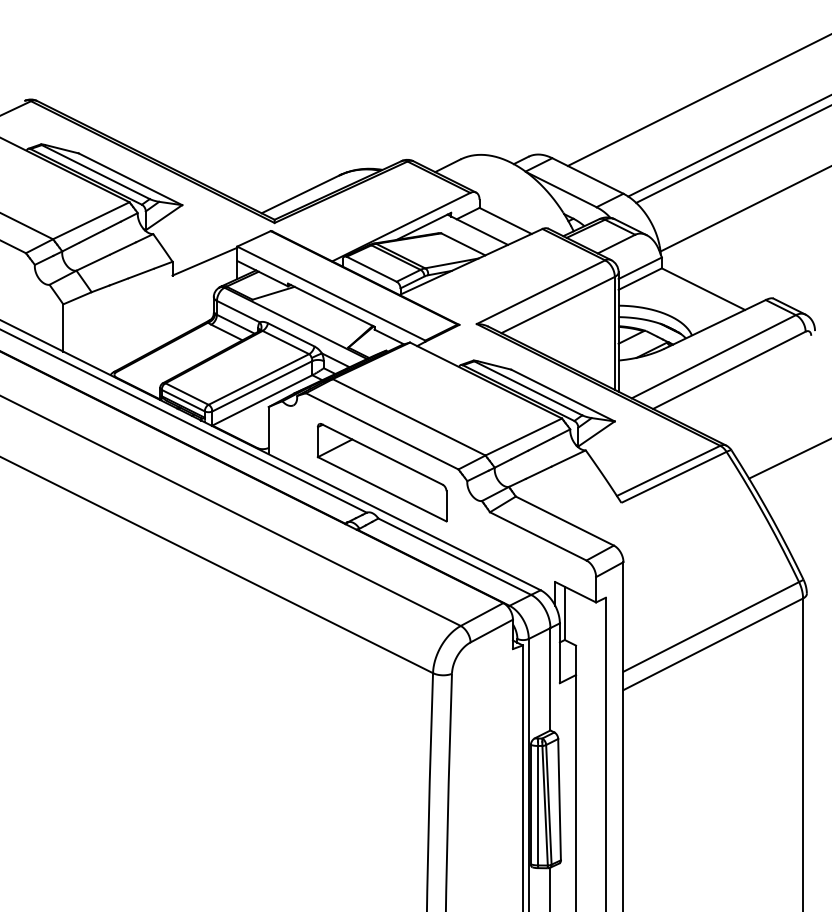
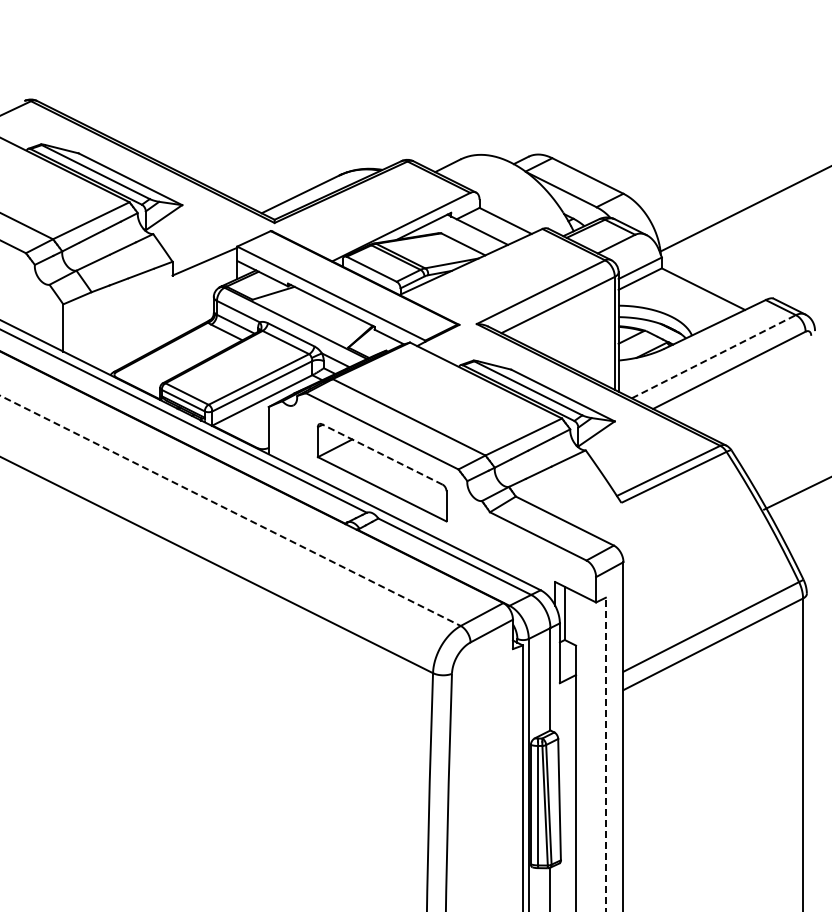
line at (697, 100): present -> none
line at (728, 146): present -> none
line at (732, 154): present -> none
line at (713, 356): solid -> dashed
line at (382, 454): solid -> dashed
line at (788, 459) position: (788, 459) -> (796, 493)
line at (231, 511): solid -> dashed
line at (605, 754): solid -> dashed
